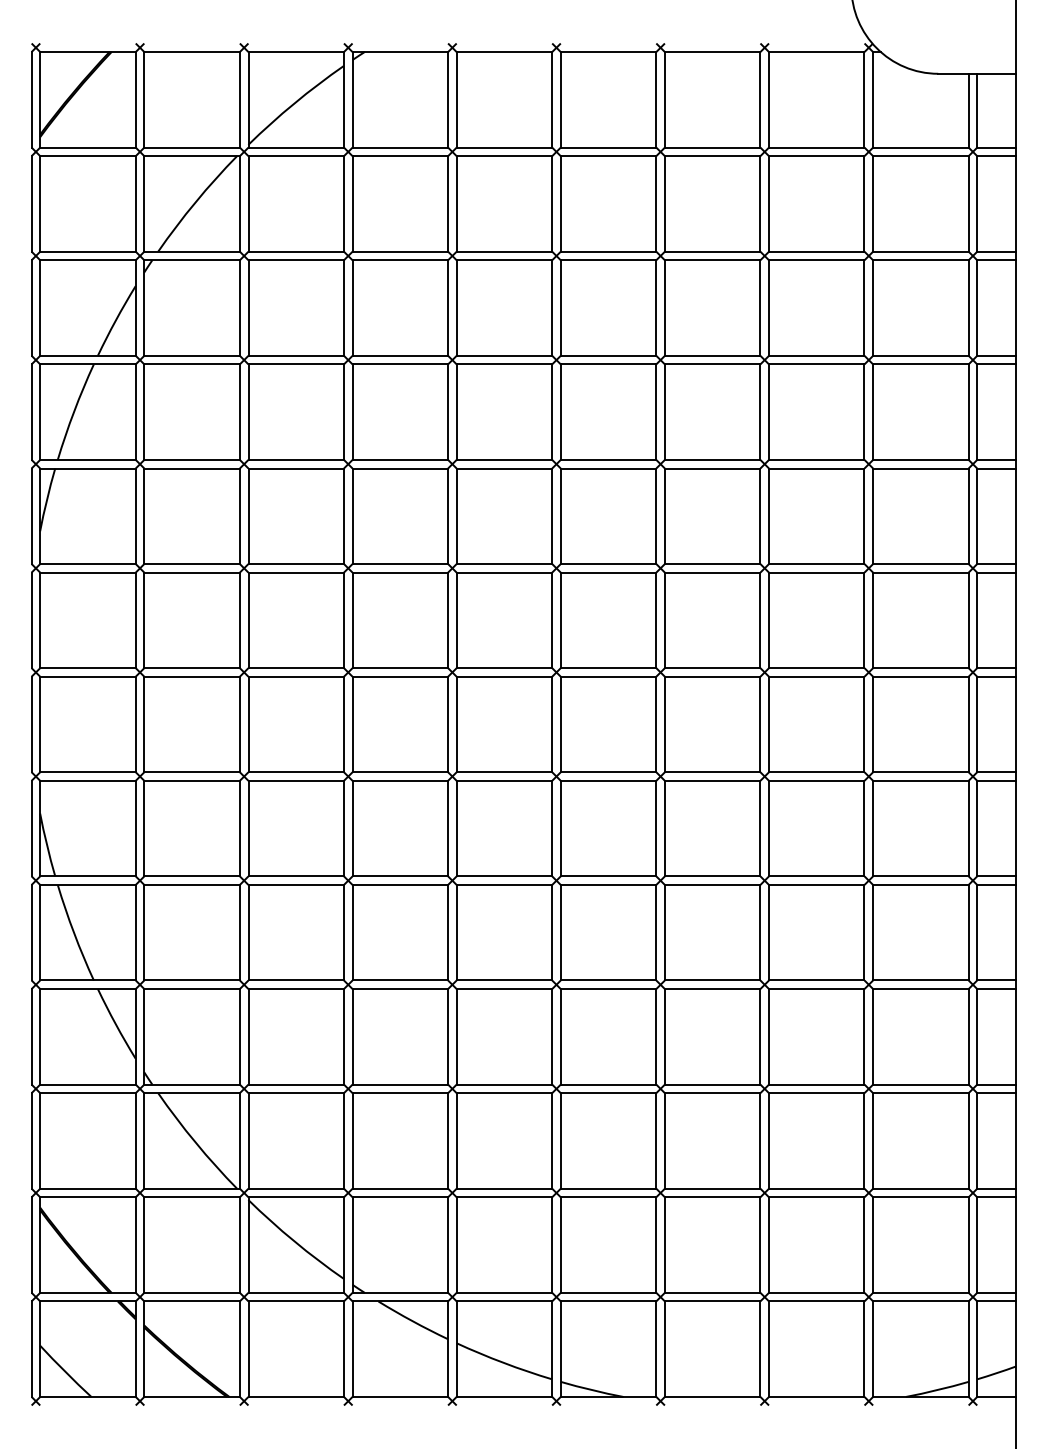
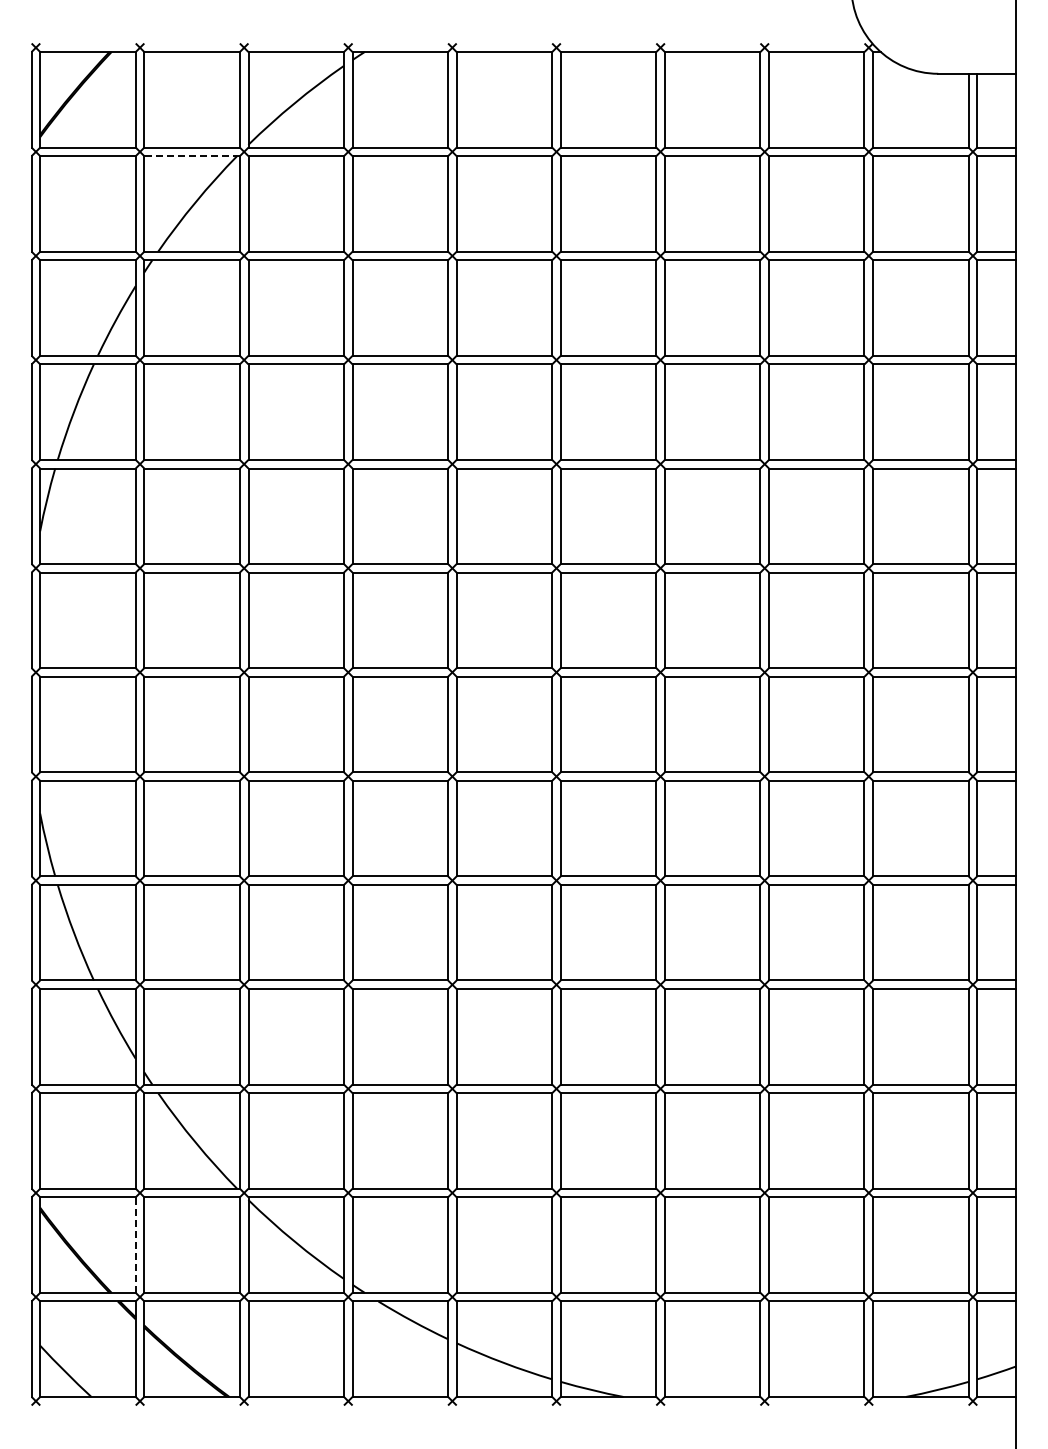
line at (192, 156): solid -> dashed
line at (135, 1245): solid -> dashed
